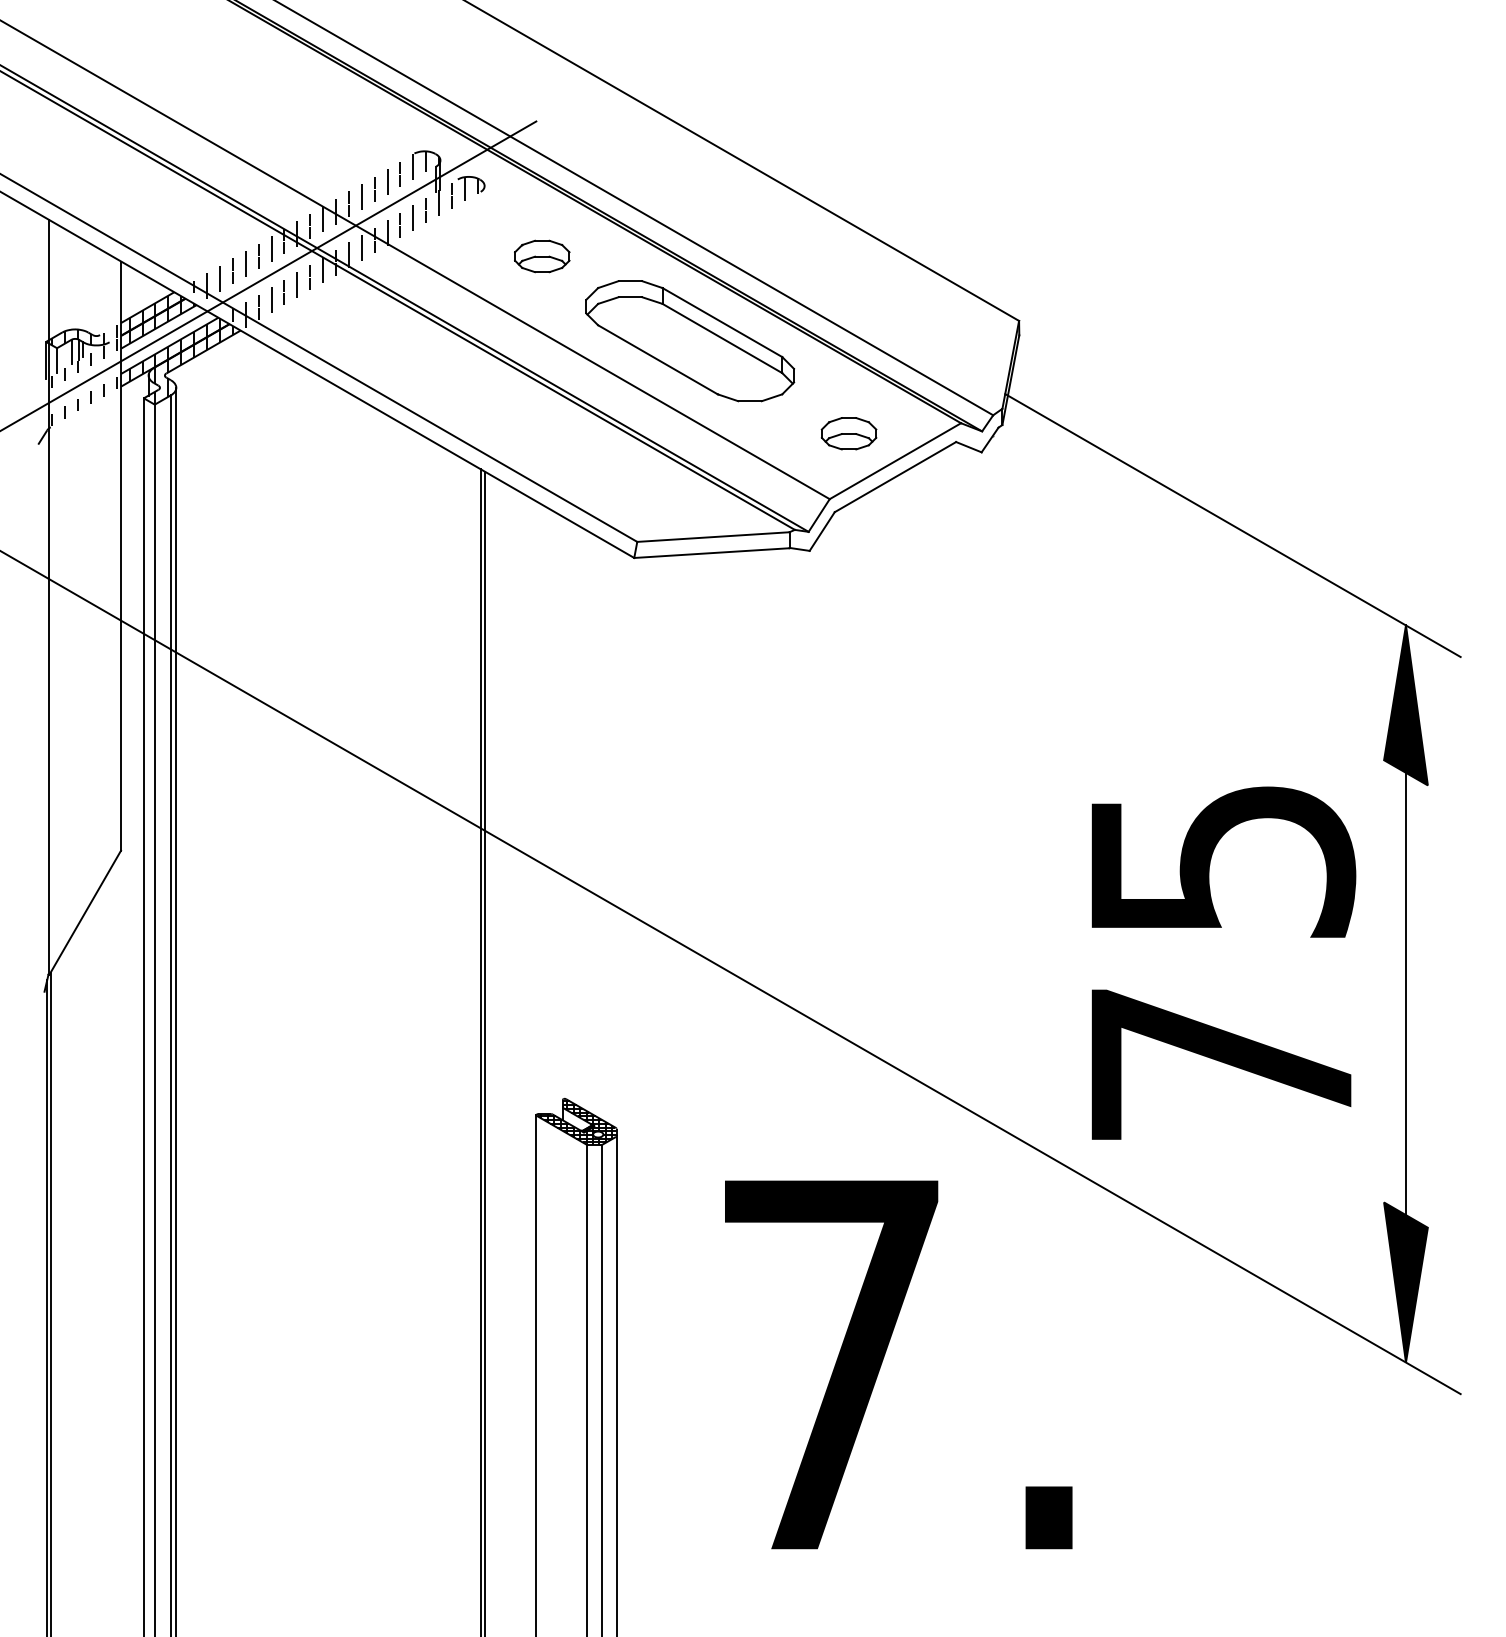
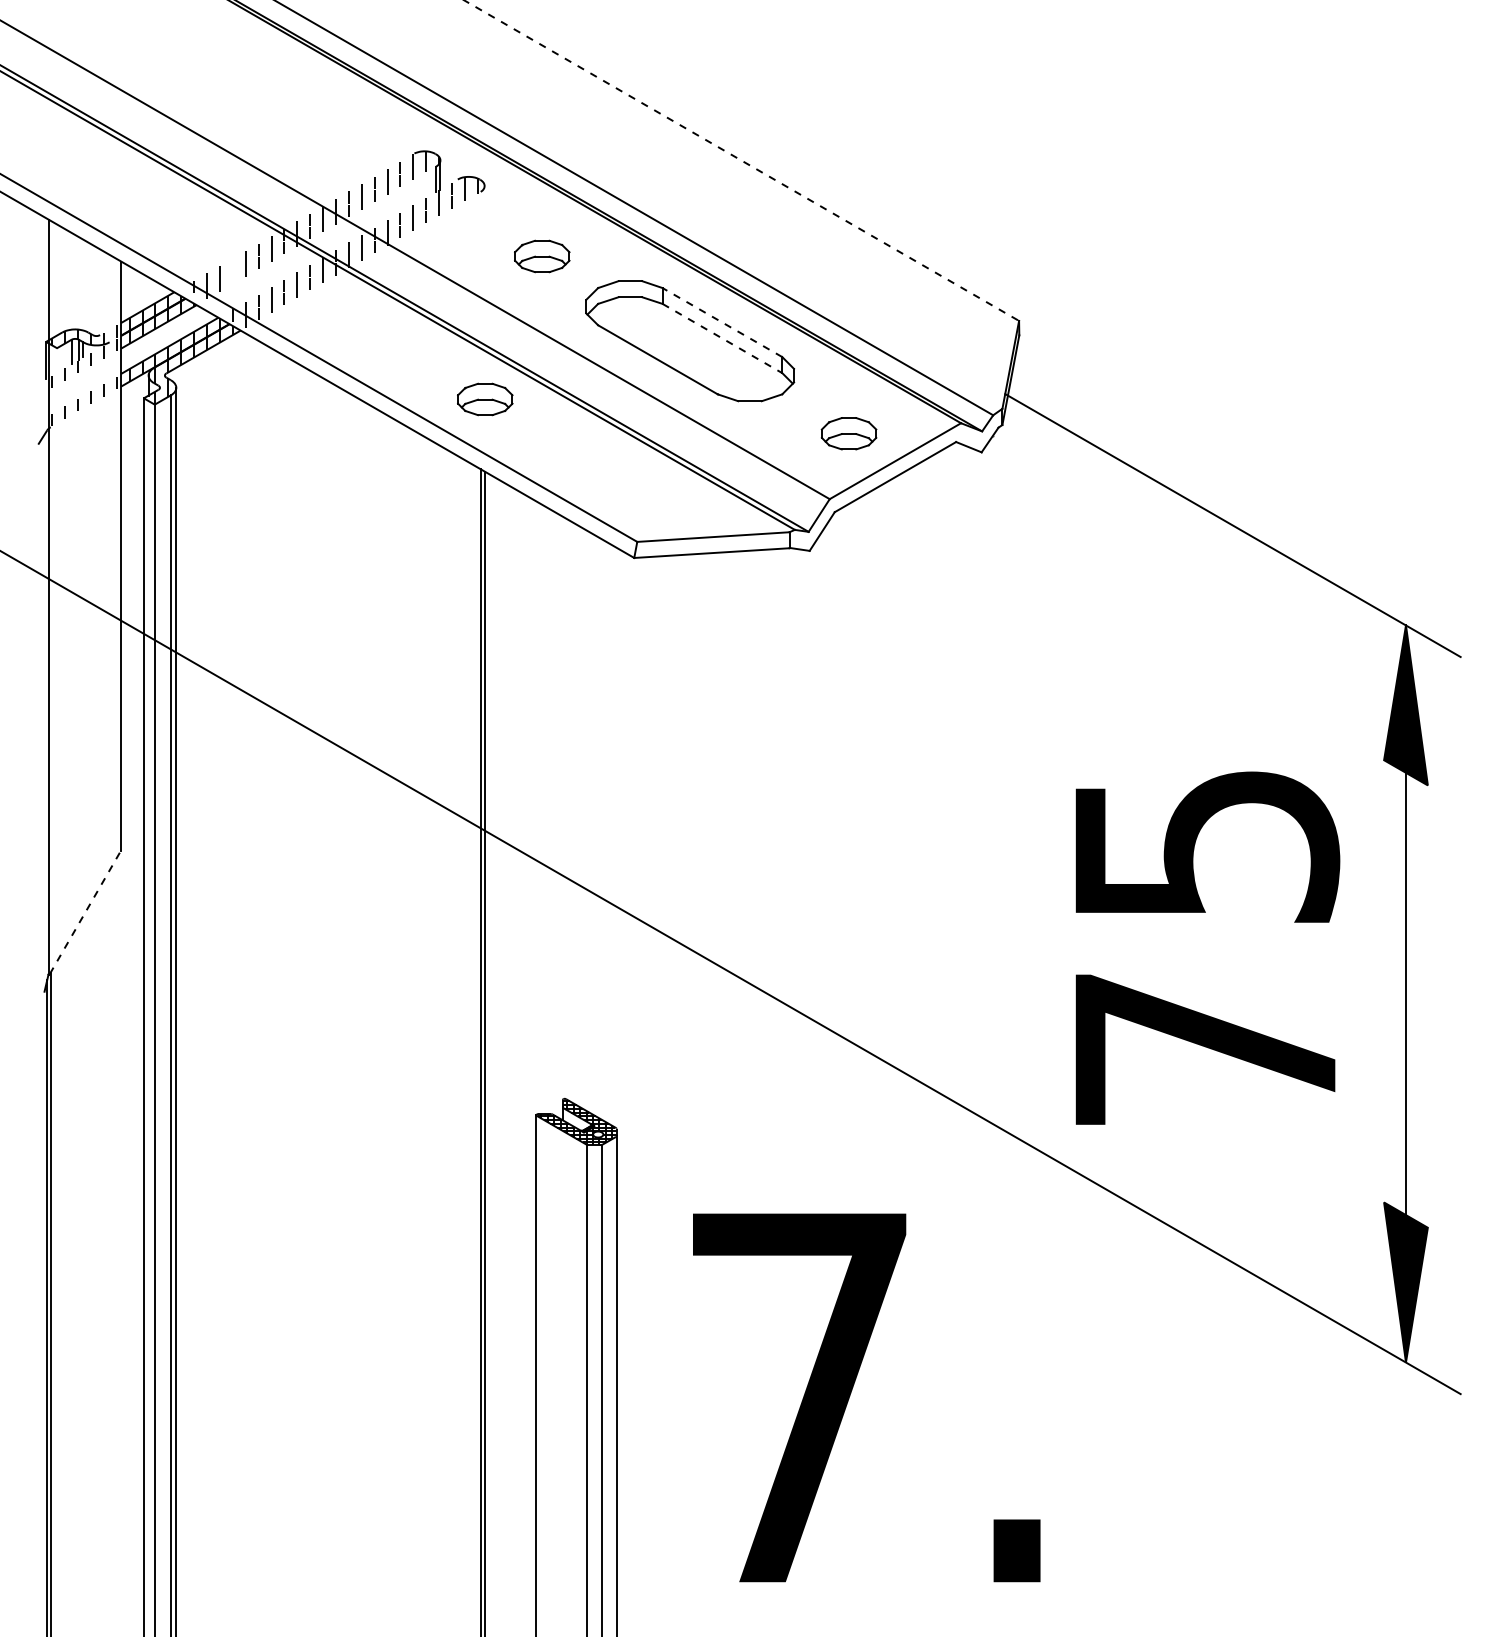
line at (742, 160): solid -> dashed
line at (232, 270): present -> none
line at (269, 275): present -> none
line at (721, 322): solid -> dashed
line at (722, 338): solid -> dashed
line at (57, 360): present -> none
part at (485, 399): none -> present
line at (85, 911): solid -> dashed
text at (1223, 962) position: (1223, 962) -> (1207, 947)
text at (898, 1364) position: (898, 1364) -> (866, 1397)
